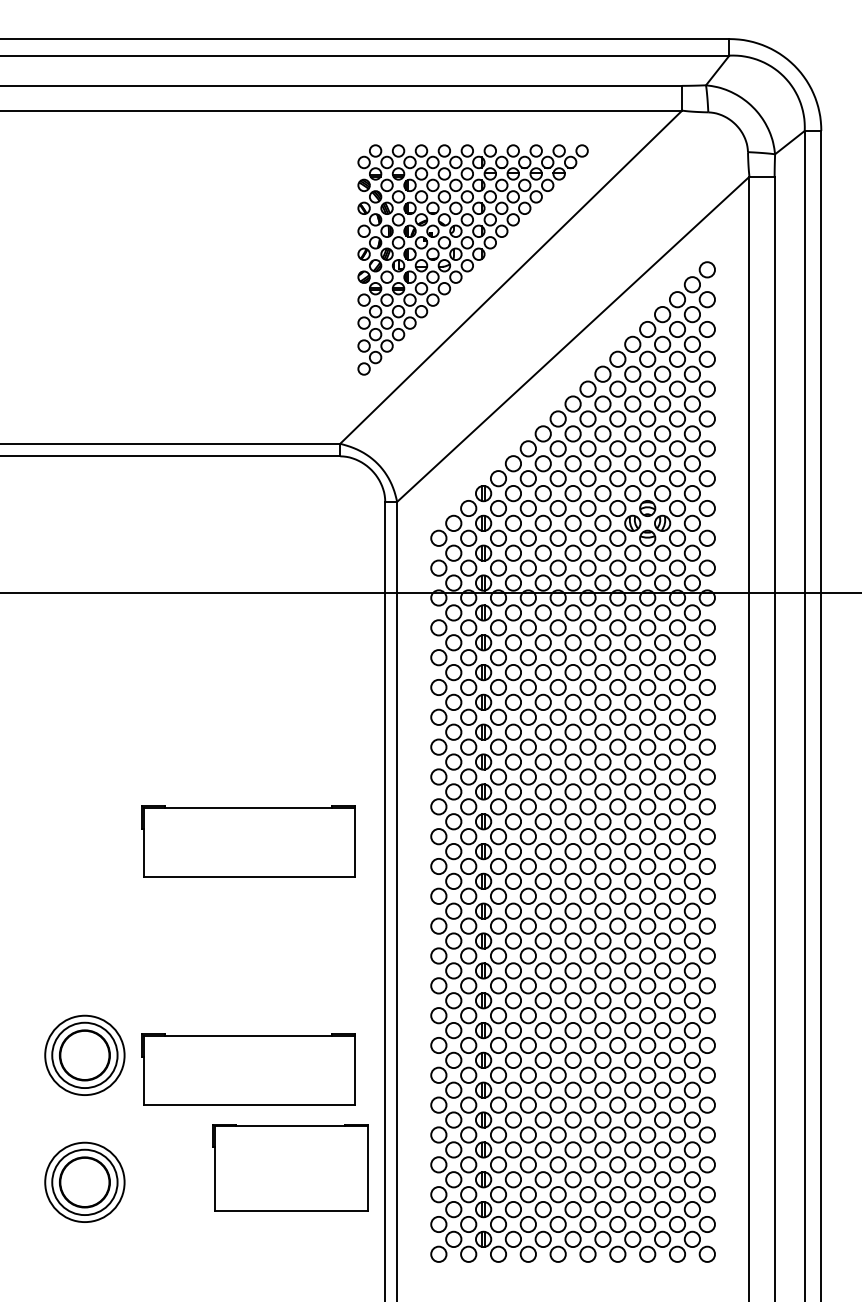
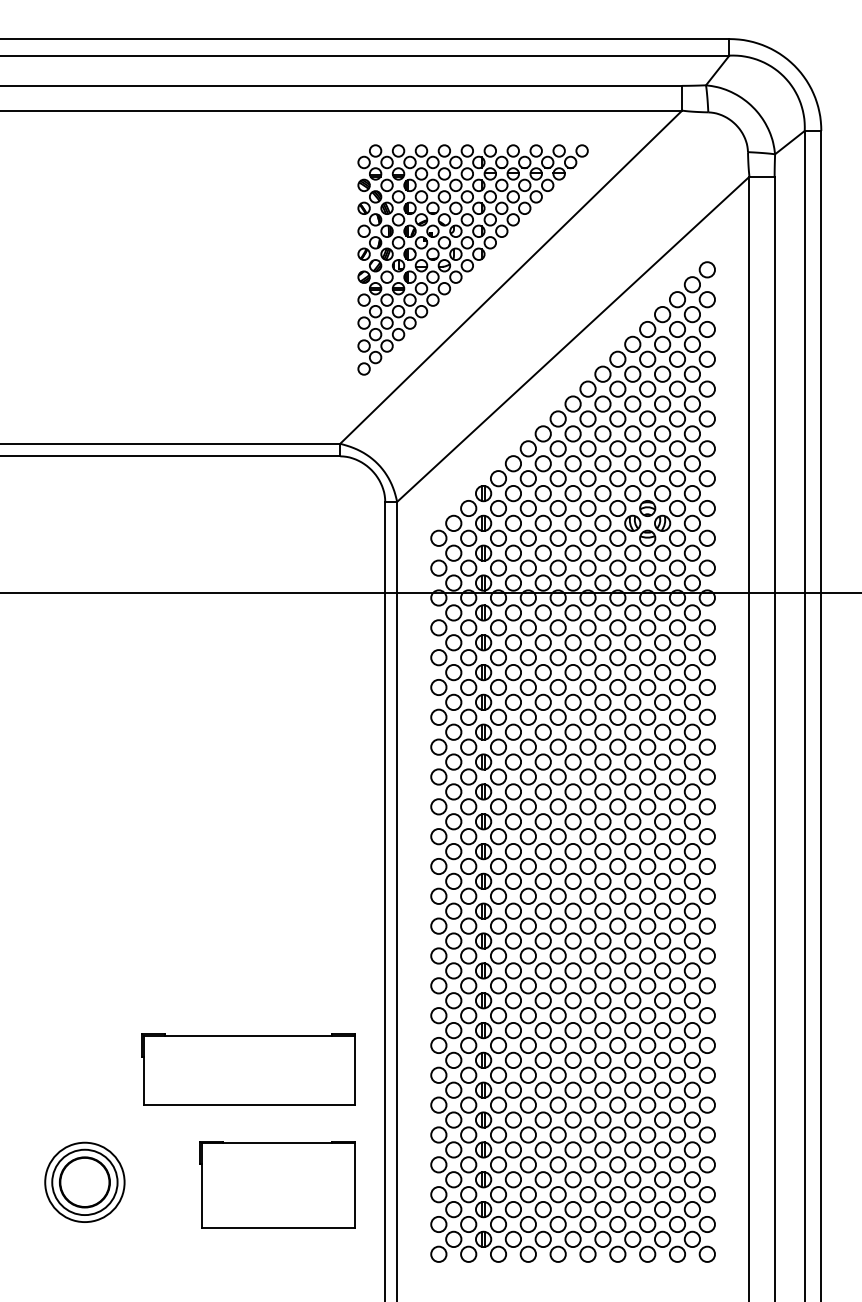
part at (248, 841): present -> none
part at (84, 1054): present -> none
part at (290, 1167) position: (290, 1167) -> (277, 1184)
